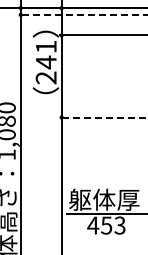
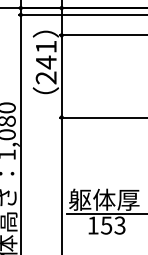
line at (83, 14): dashed -> solid
line at (103, 117): dashed -> solid
text at (93, 225): 453 -> 153
